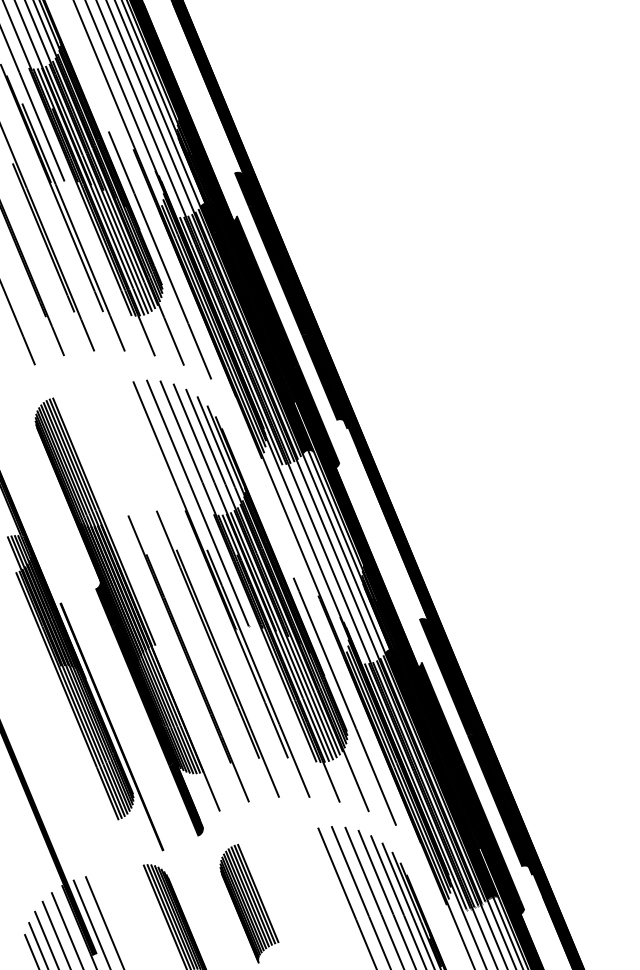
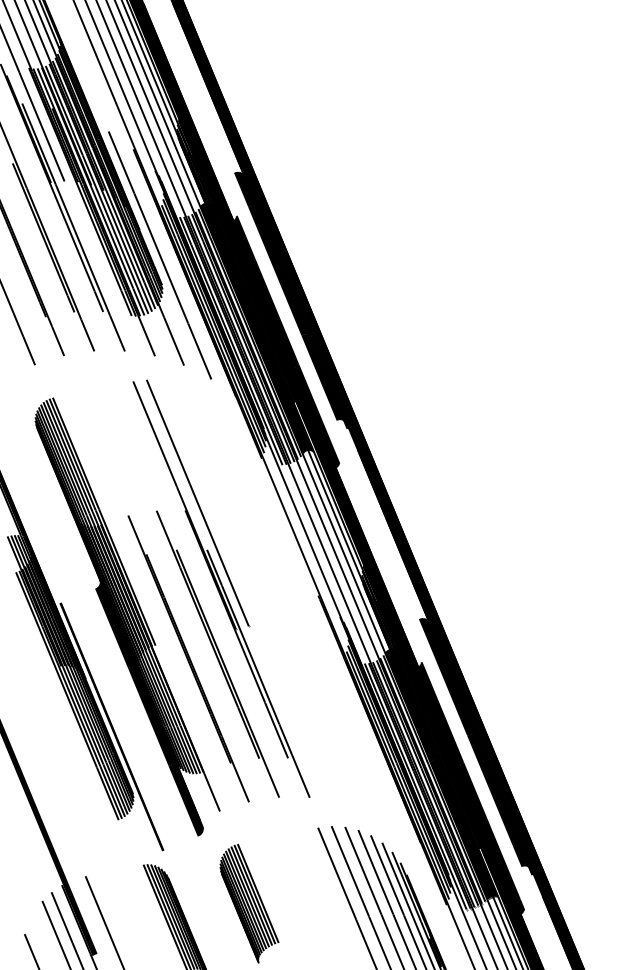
part at (277, 602): present -> none
line at (91, 922): present -> none
line at (45, 938): present -> none
line at (37, 944): present -> none
